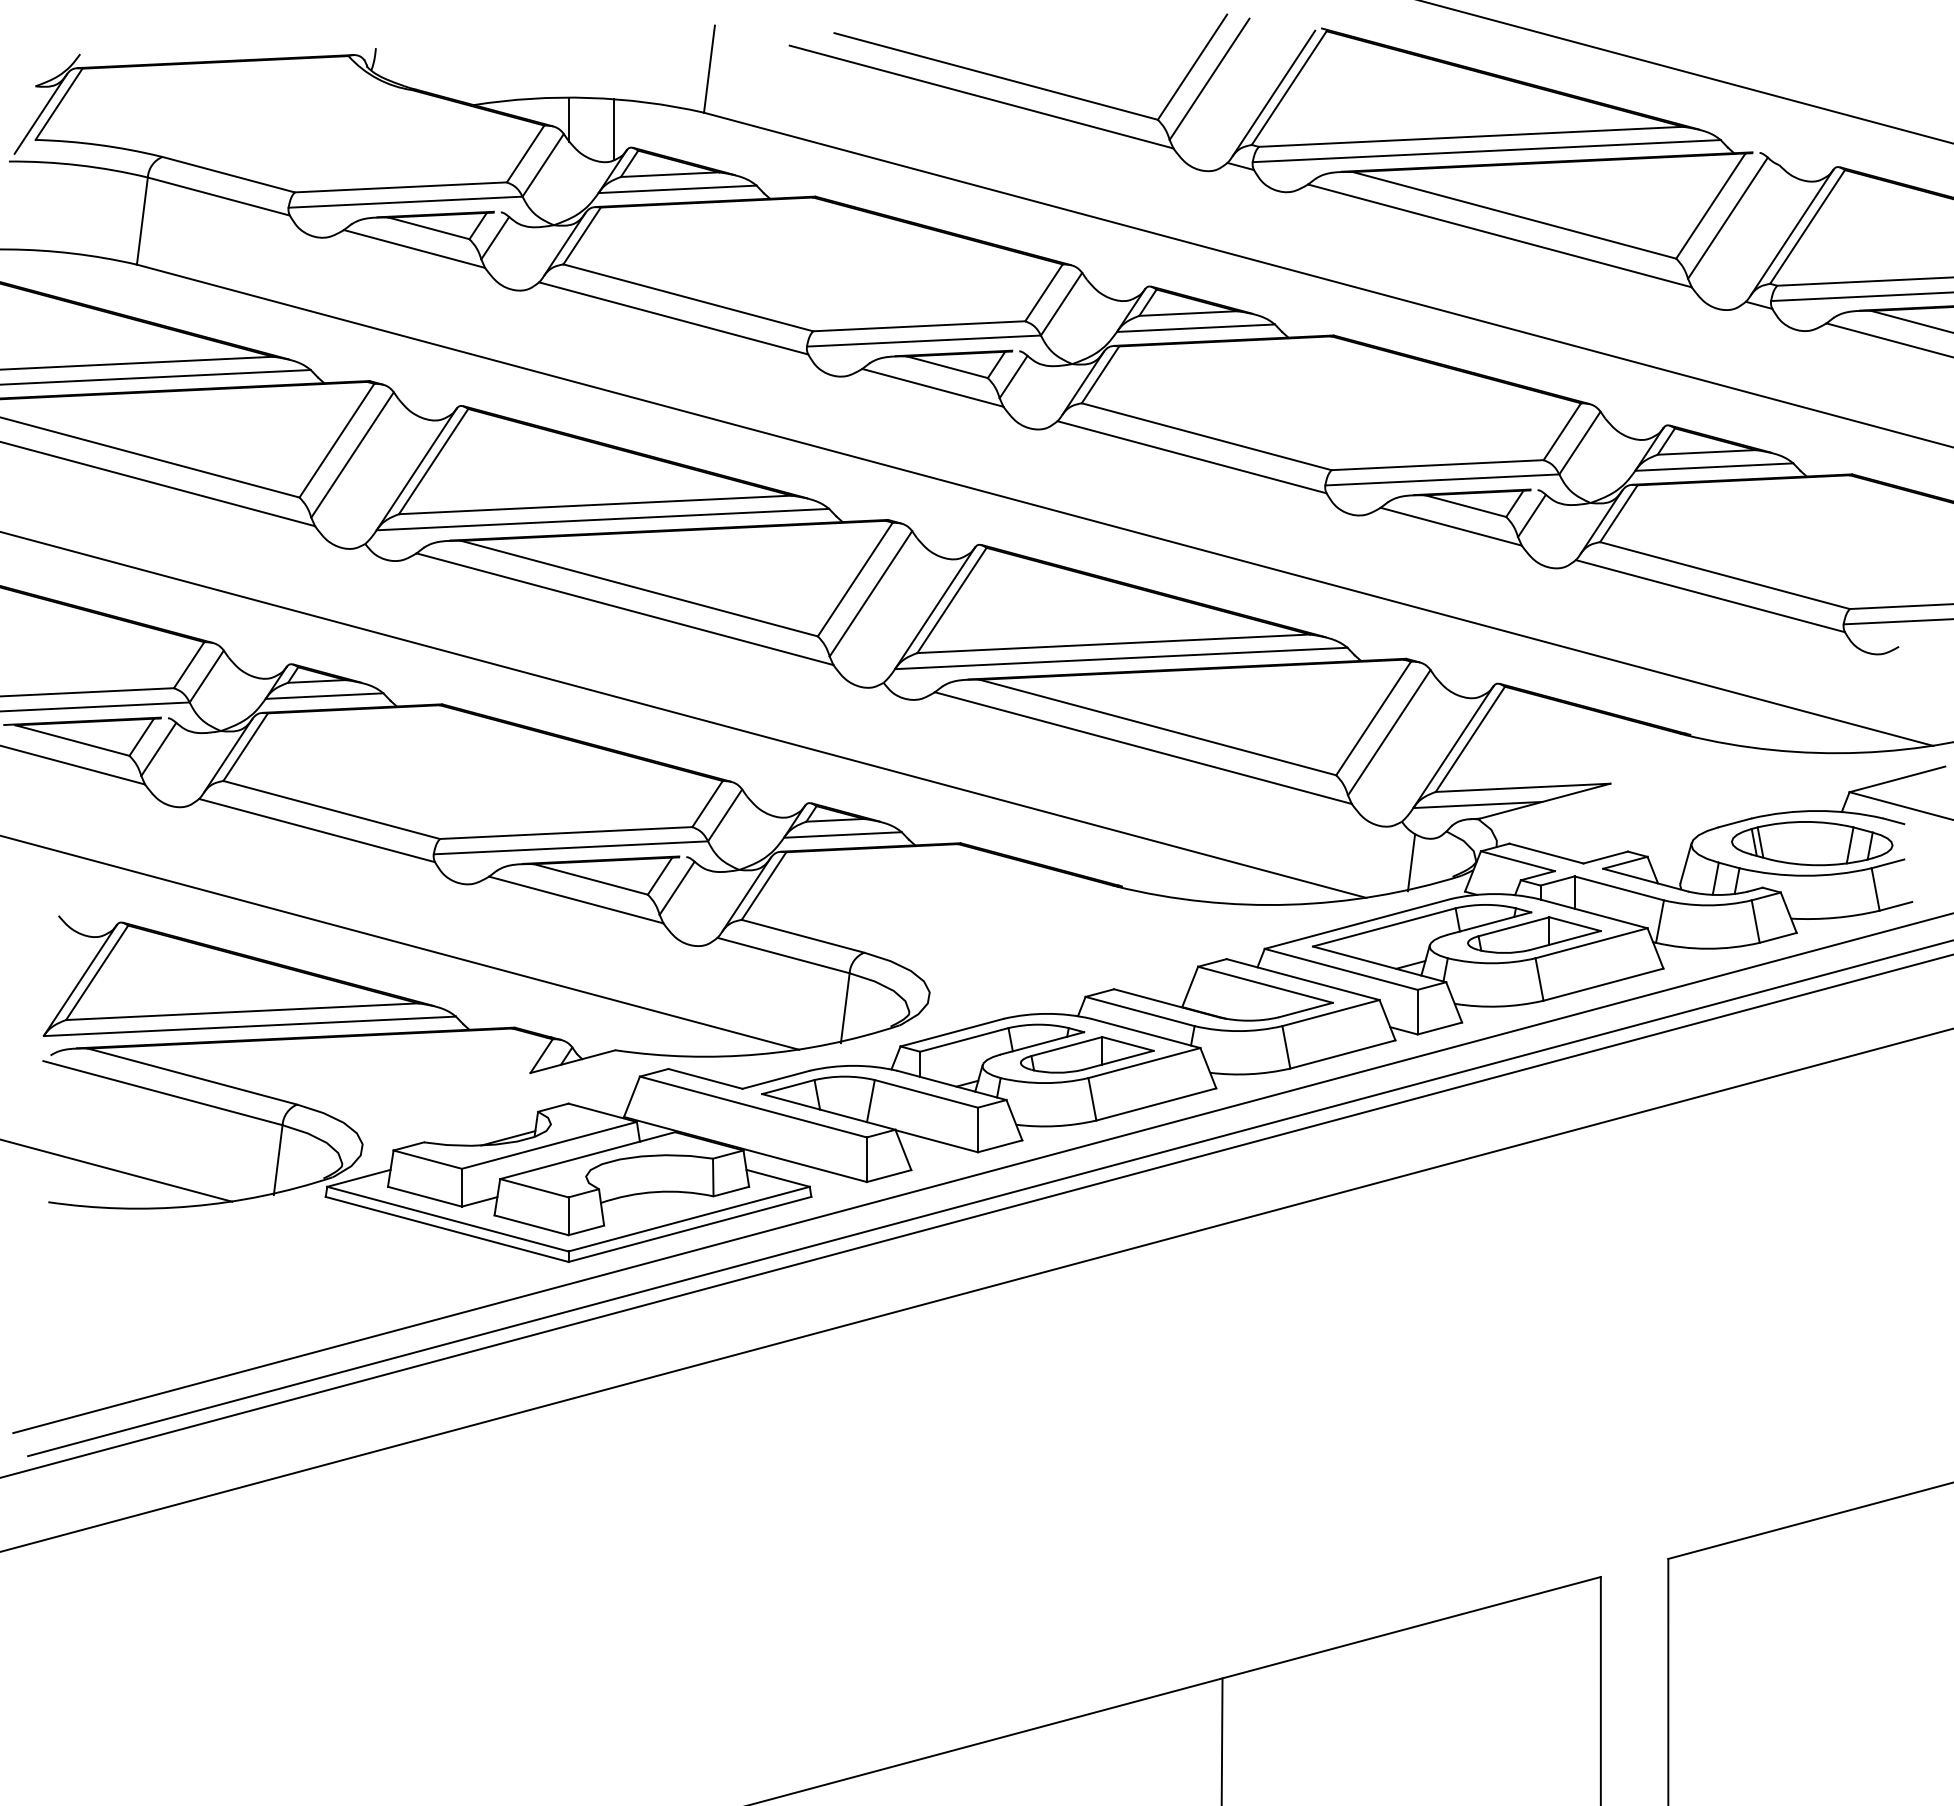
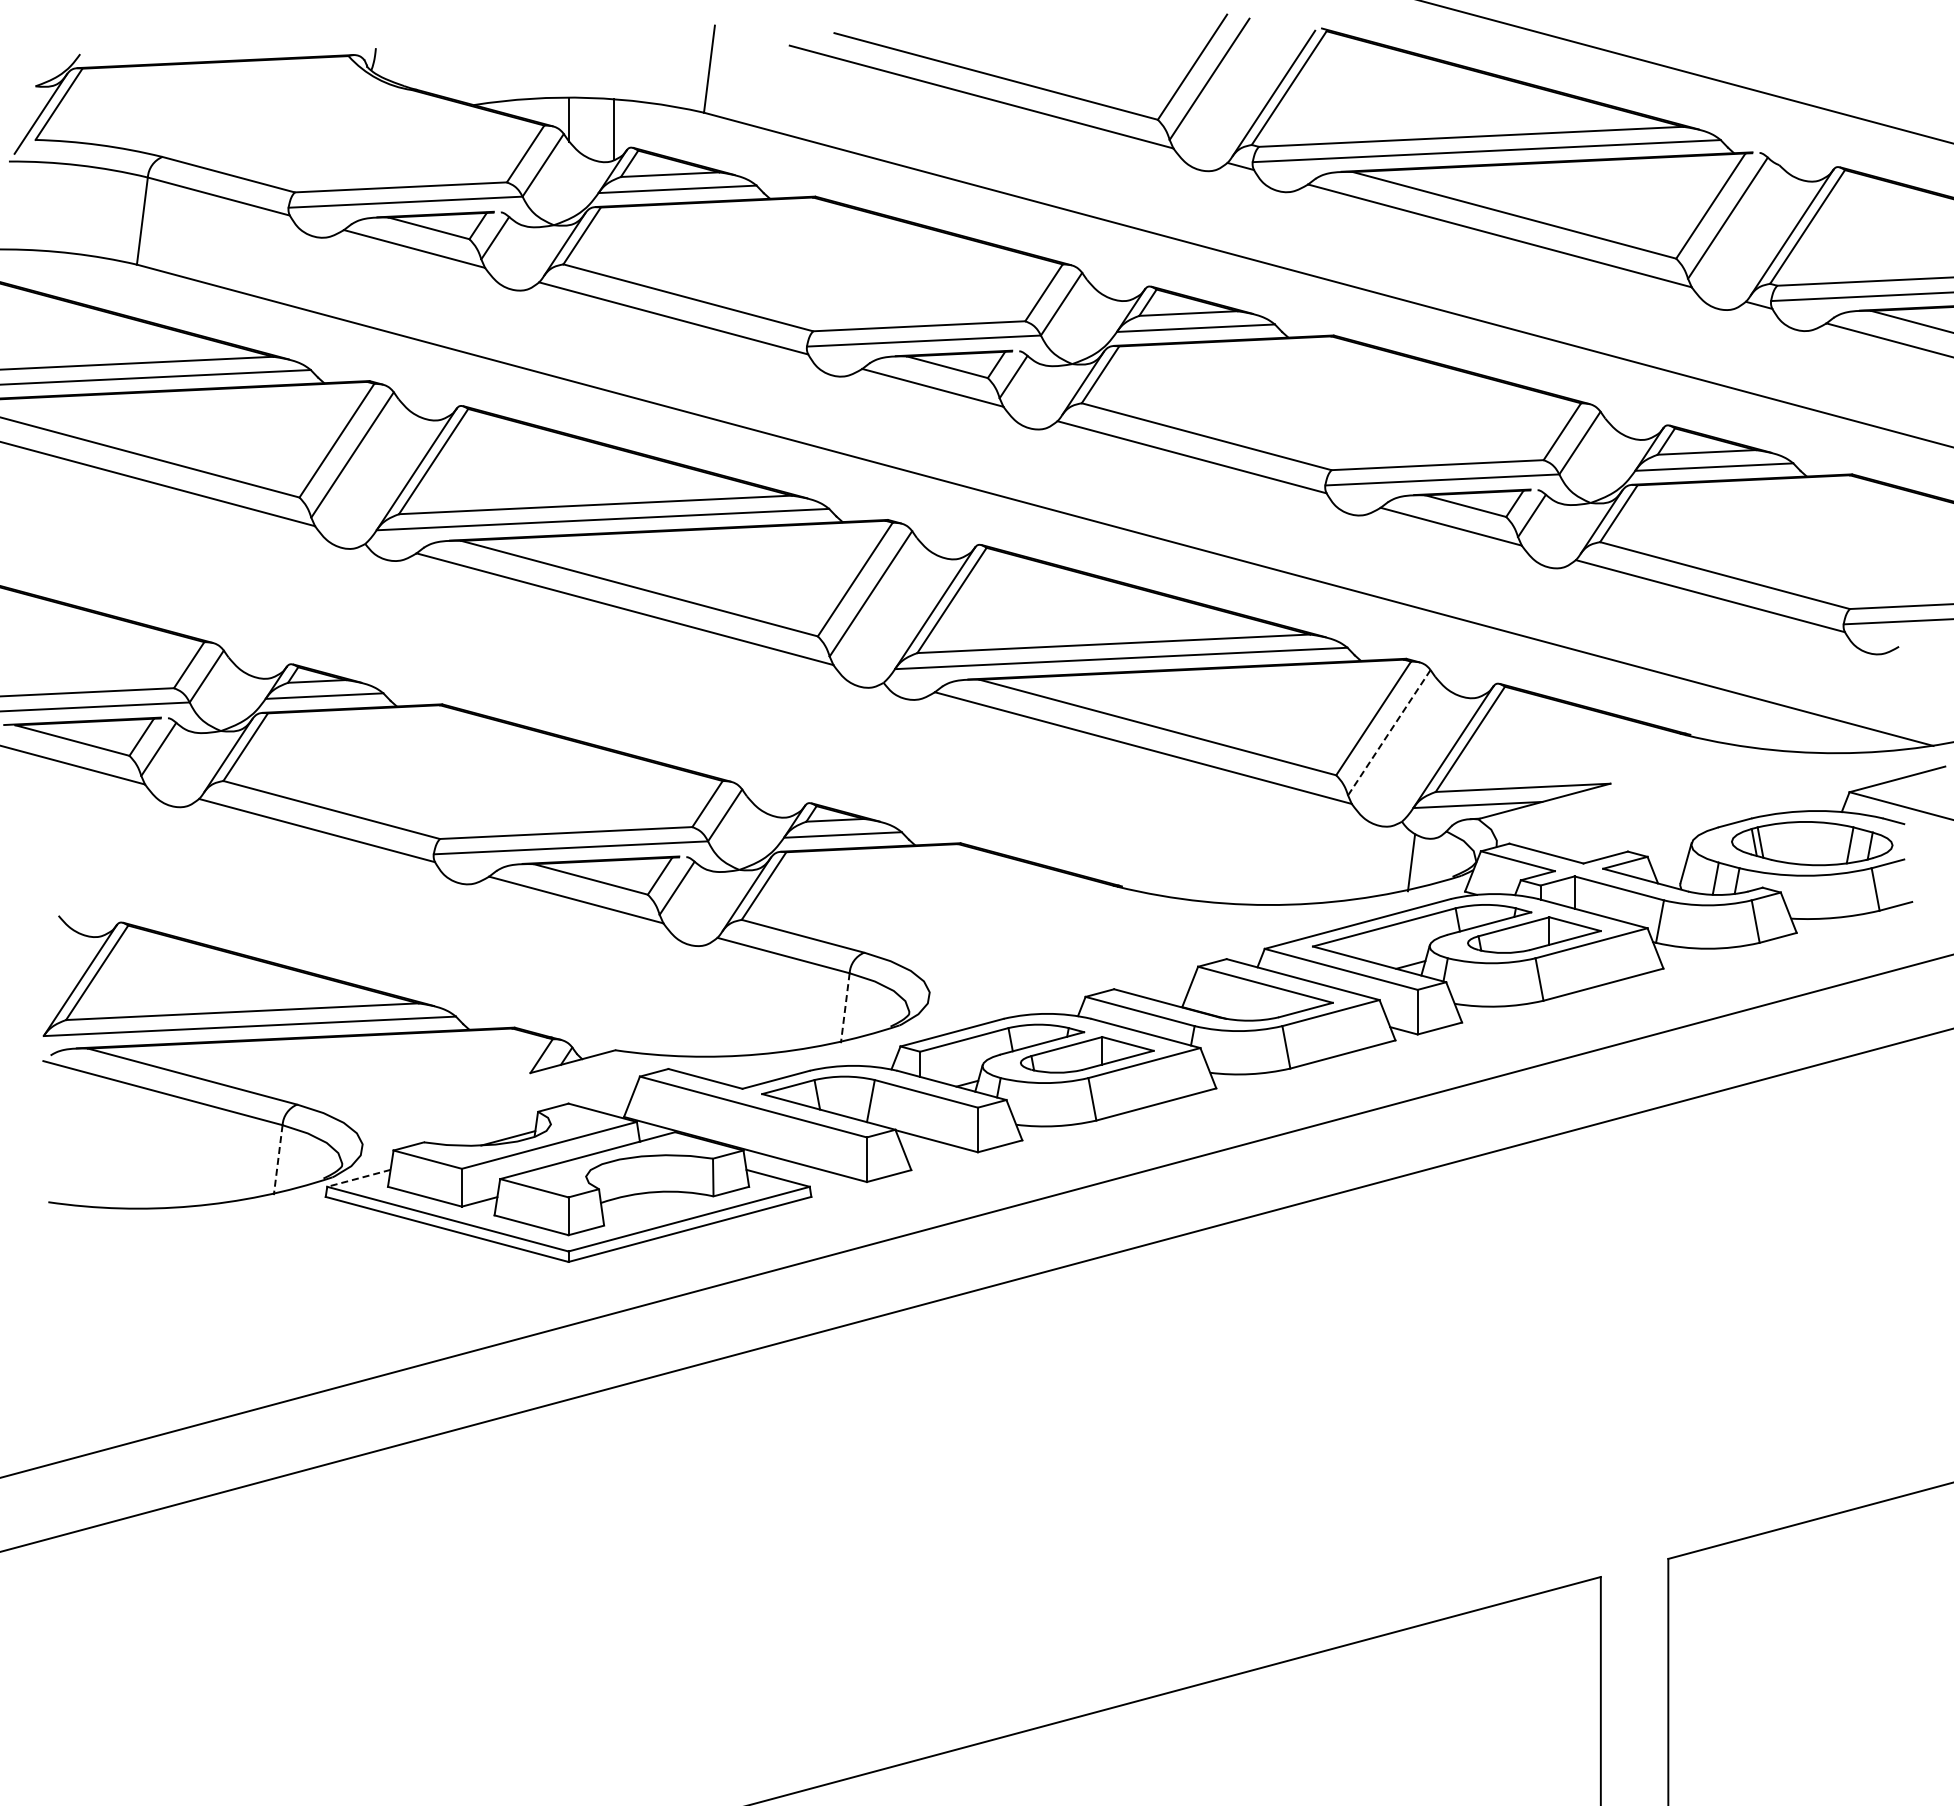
line at (684, 714): present -> none
line at (1389, 733): solid -> dashed
line at (400, 942): present -> none
line at (845, 1008): solid -> dashed
line at (278, 1160): solid -> dashed
line at (117, 1170): present -> none
line at (981, 1173): present -> none
line at (358, 1178): solid -> dashed
line at (989, 1198): present -> none
line at (1221, 1740): present -> none
